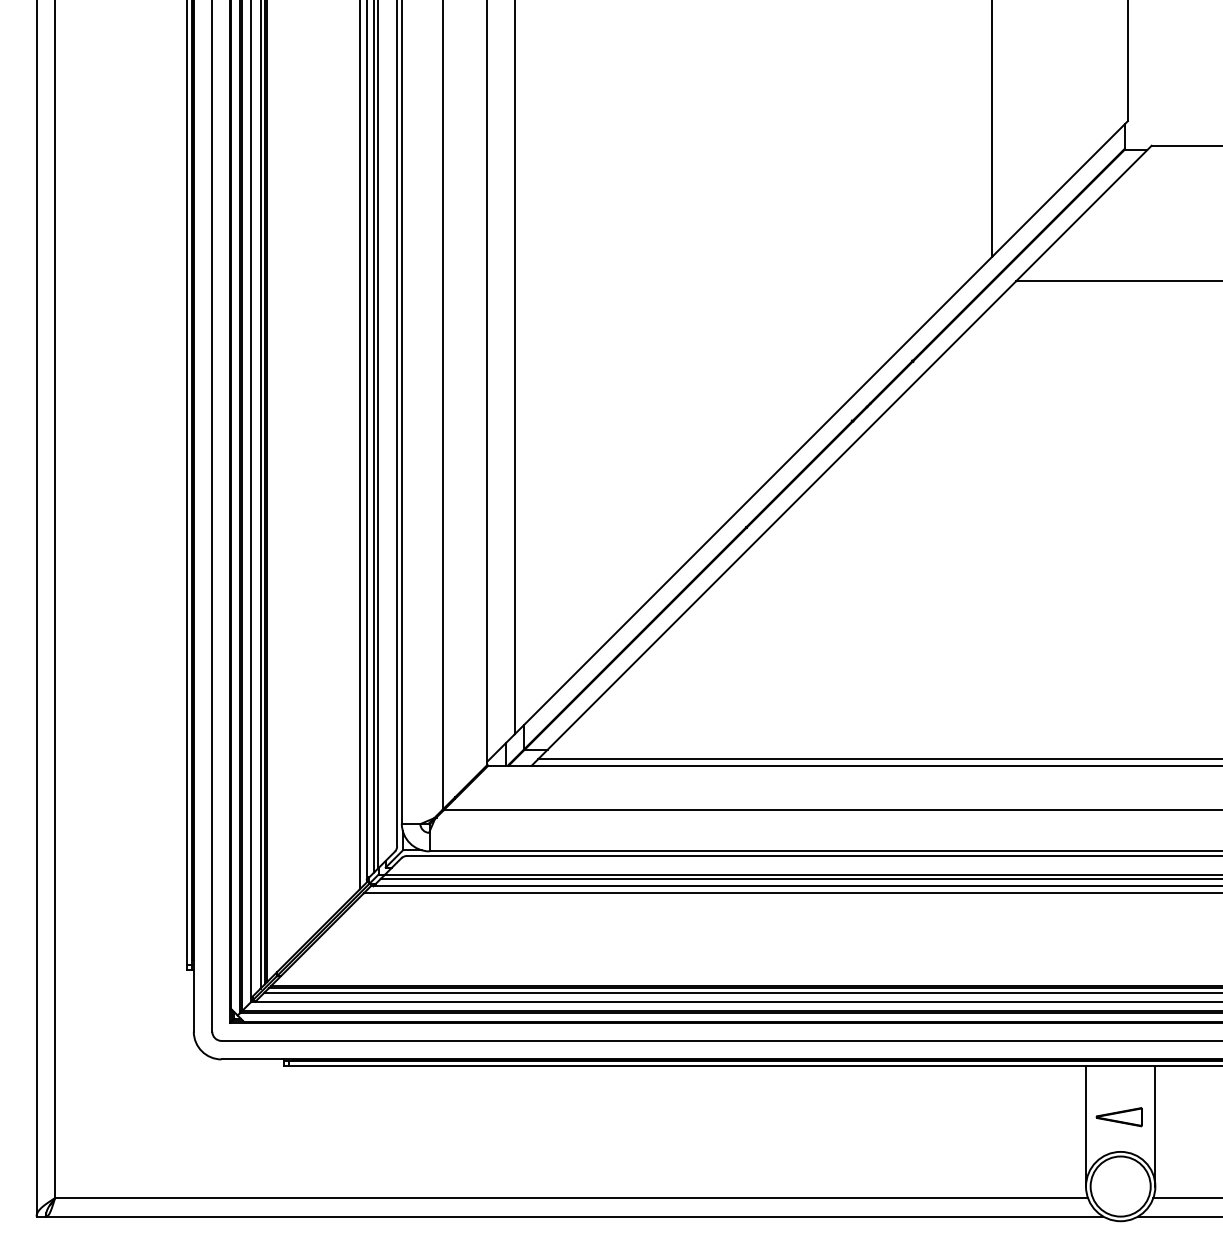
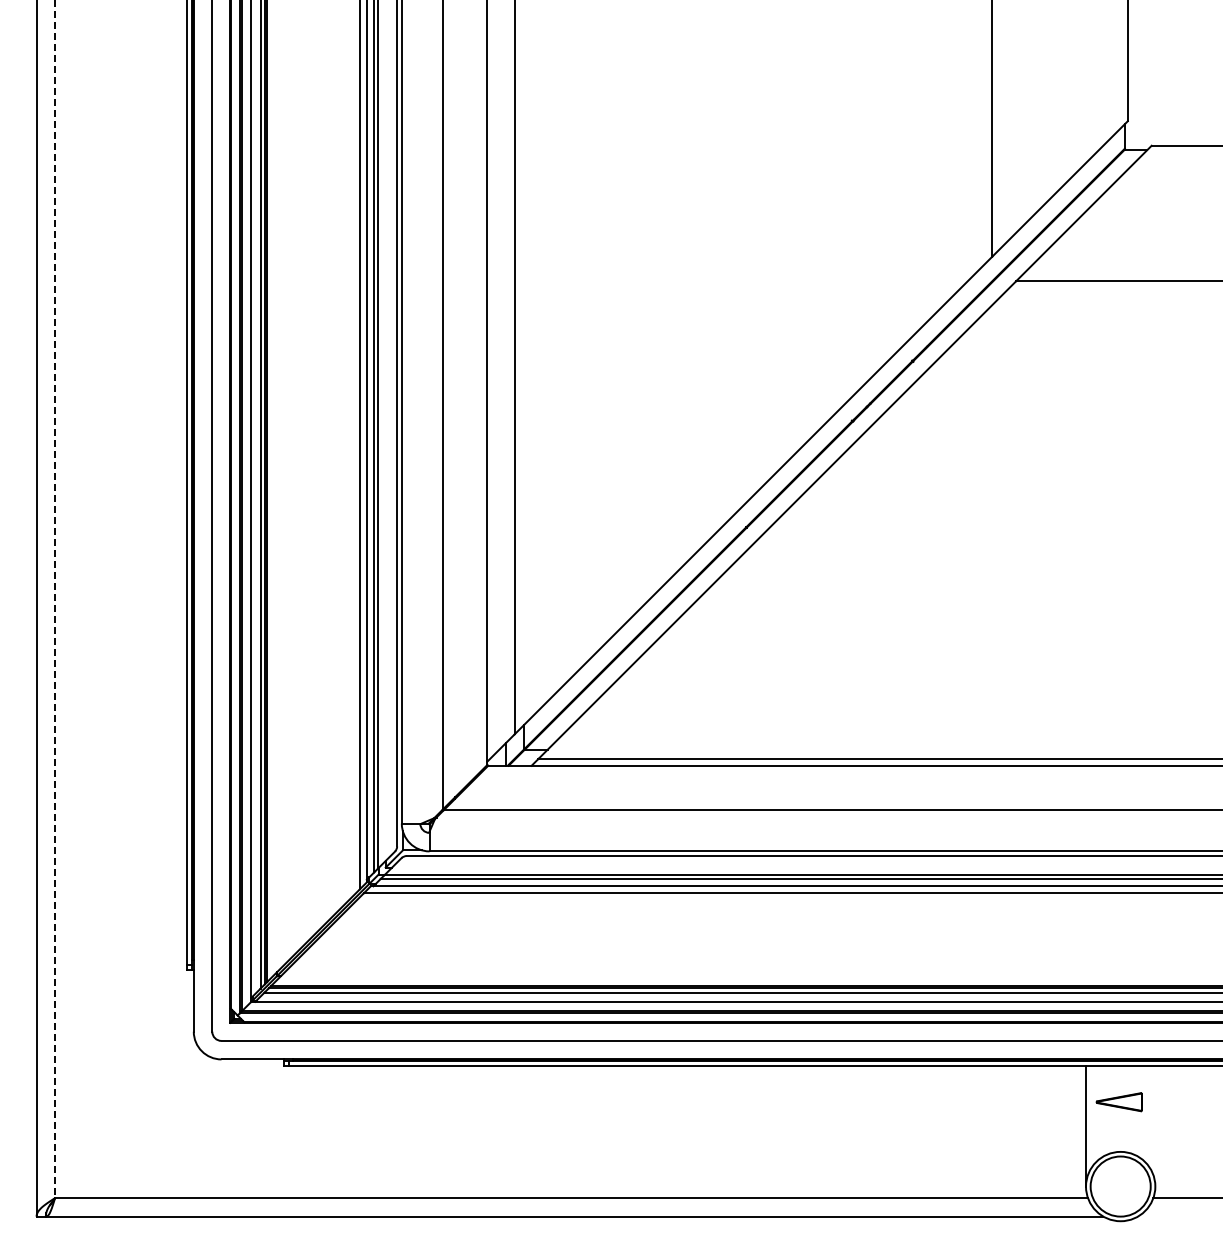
line at (55, 599): solid -> dashed
part at (1118, 1117) position: (1118, 1117) -> (1118, 1102)
line at (1155, 1125): present -> none
line at (1178, 1216): present -> none
